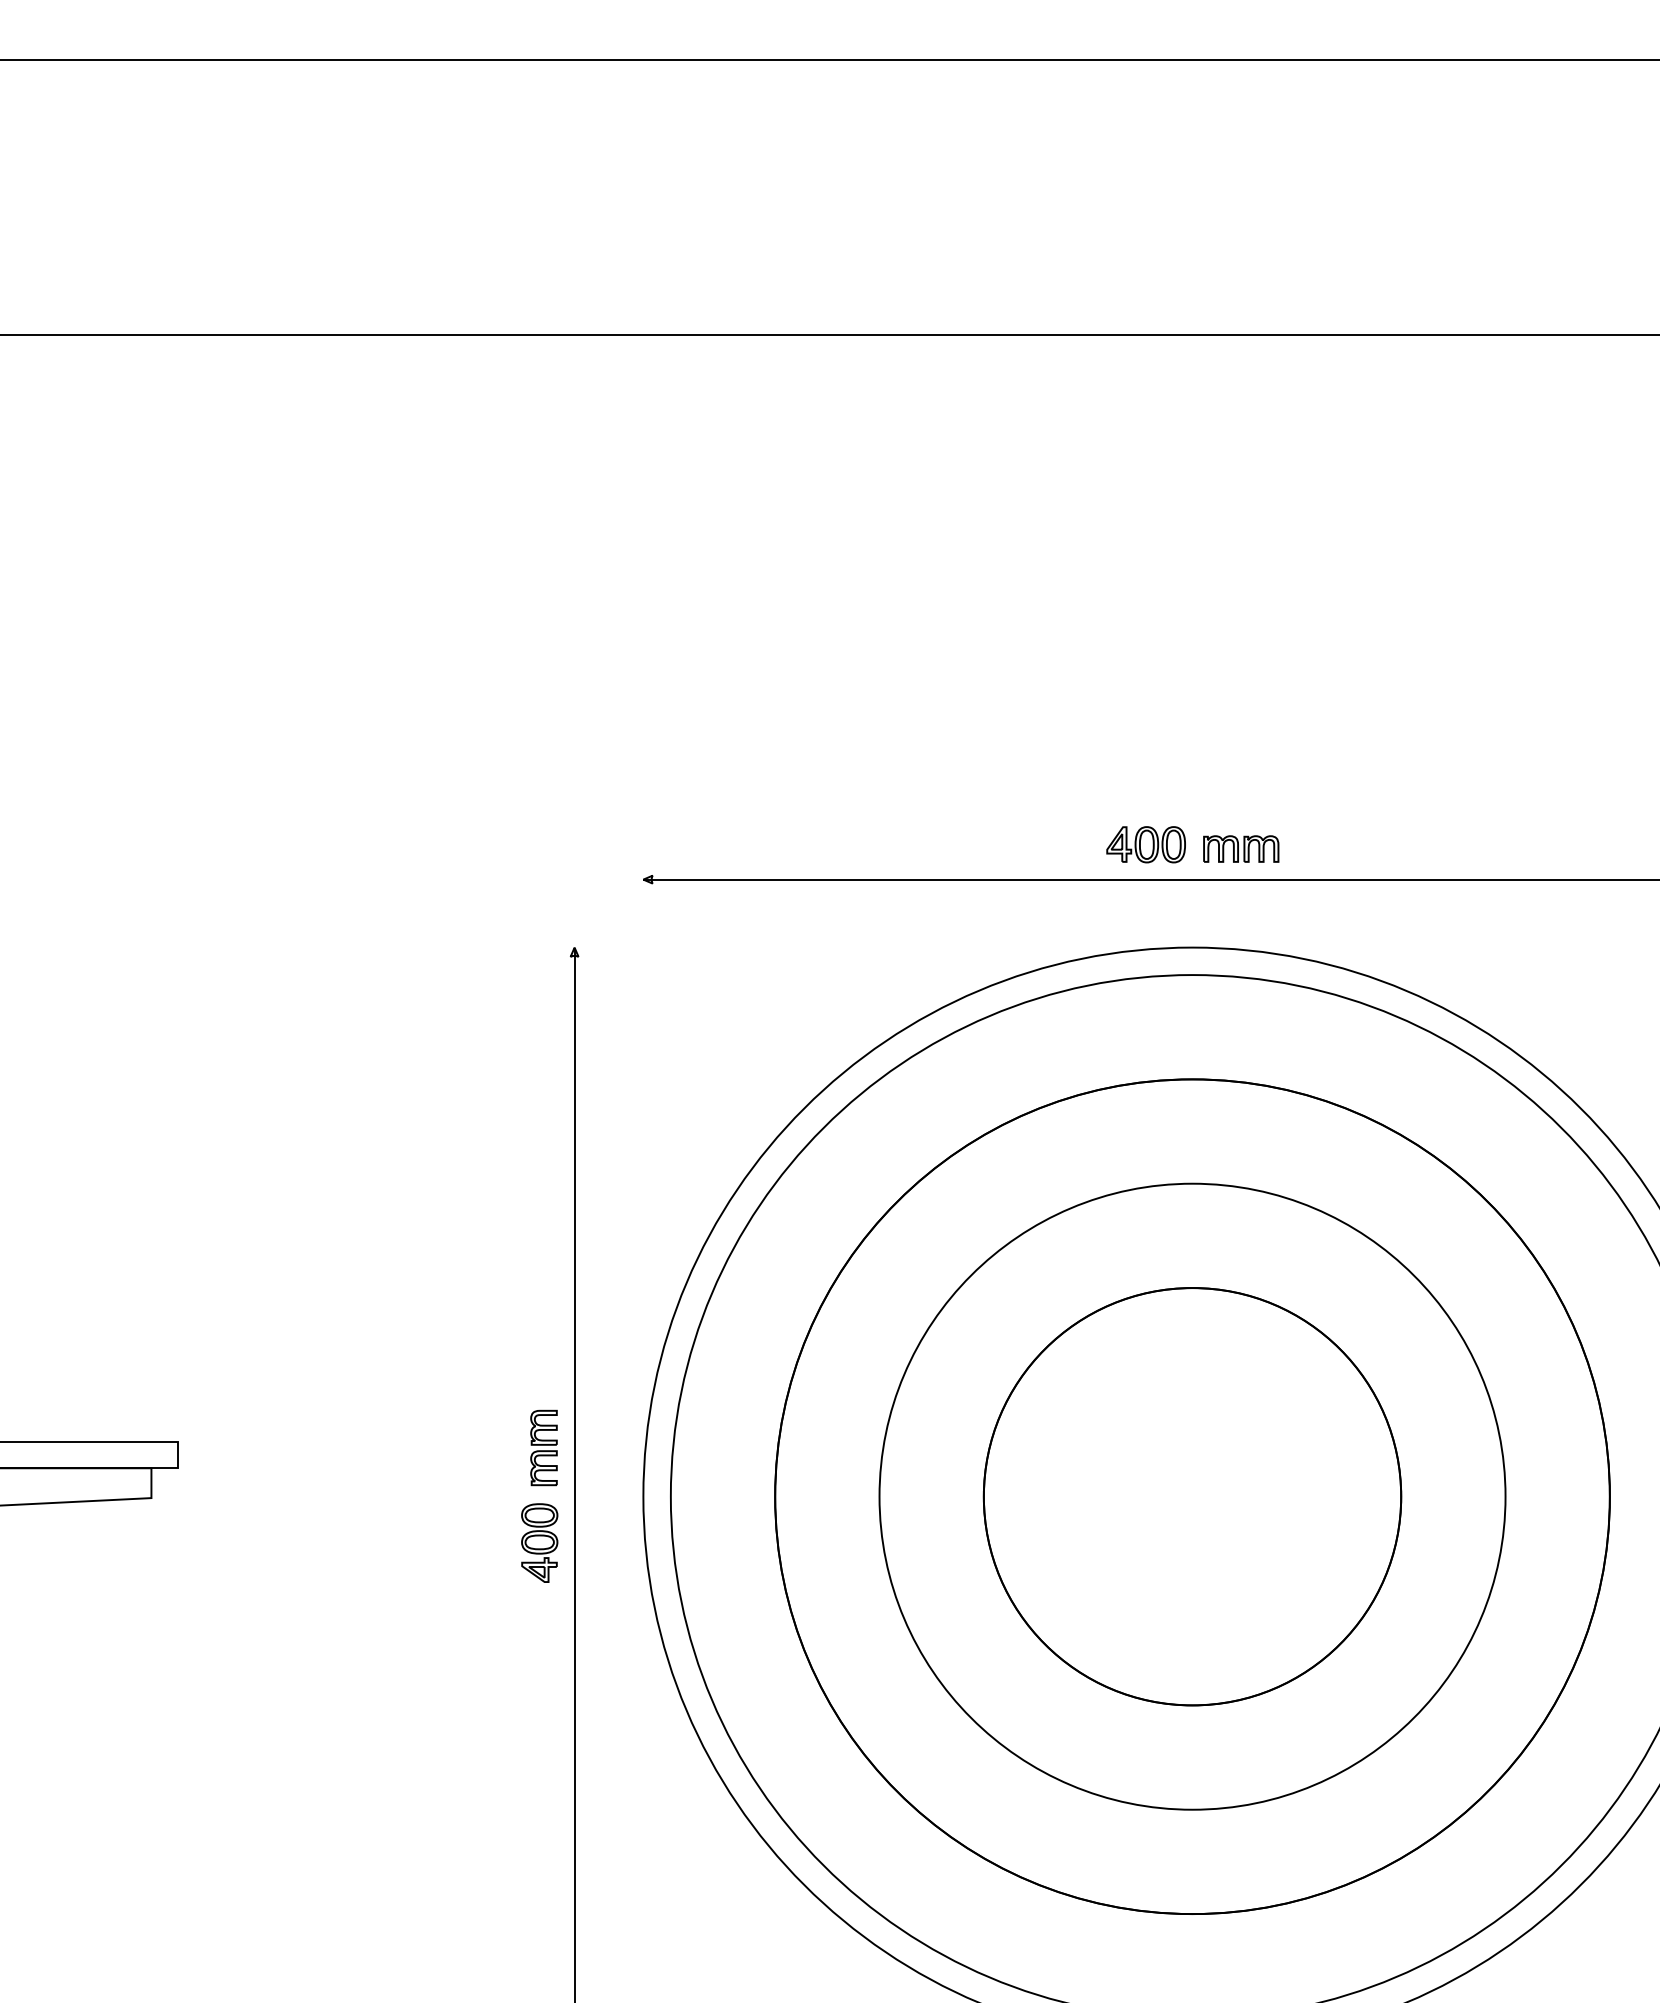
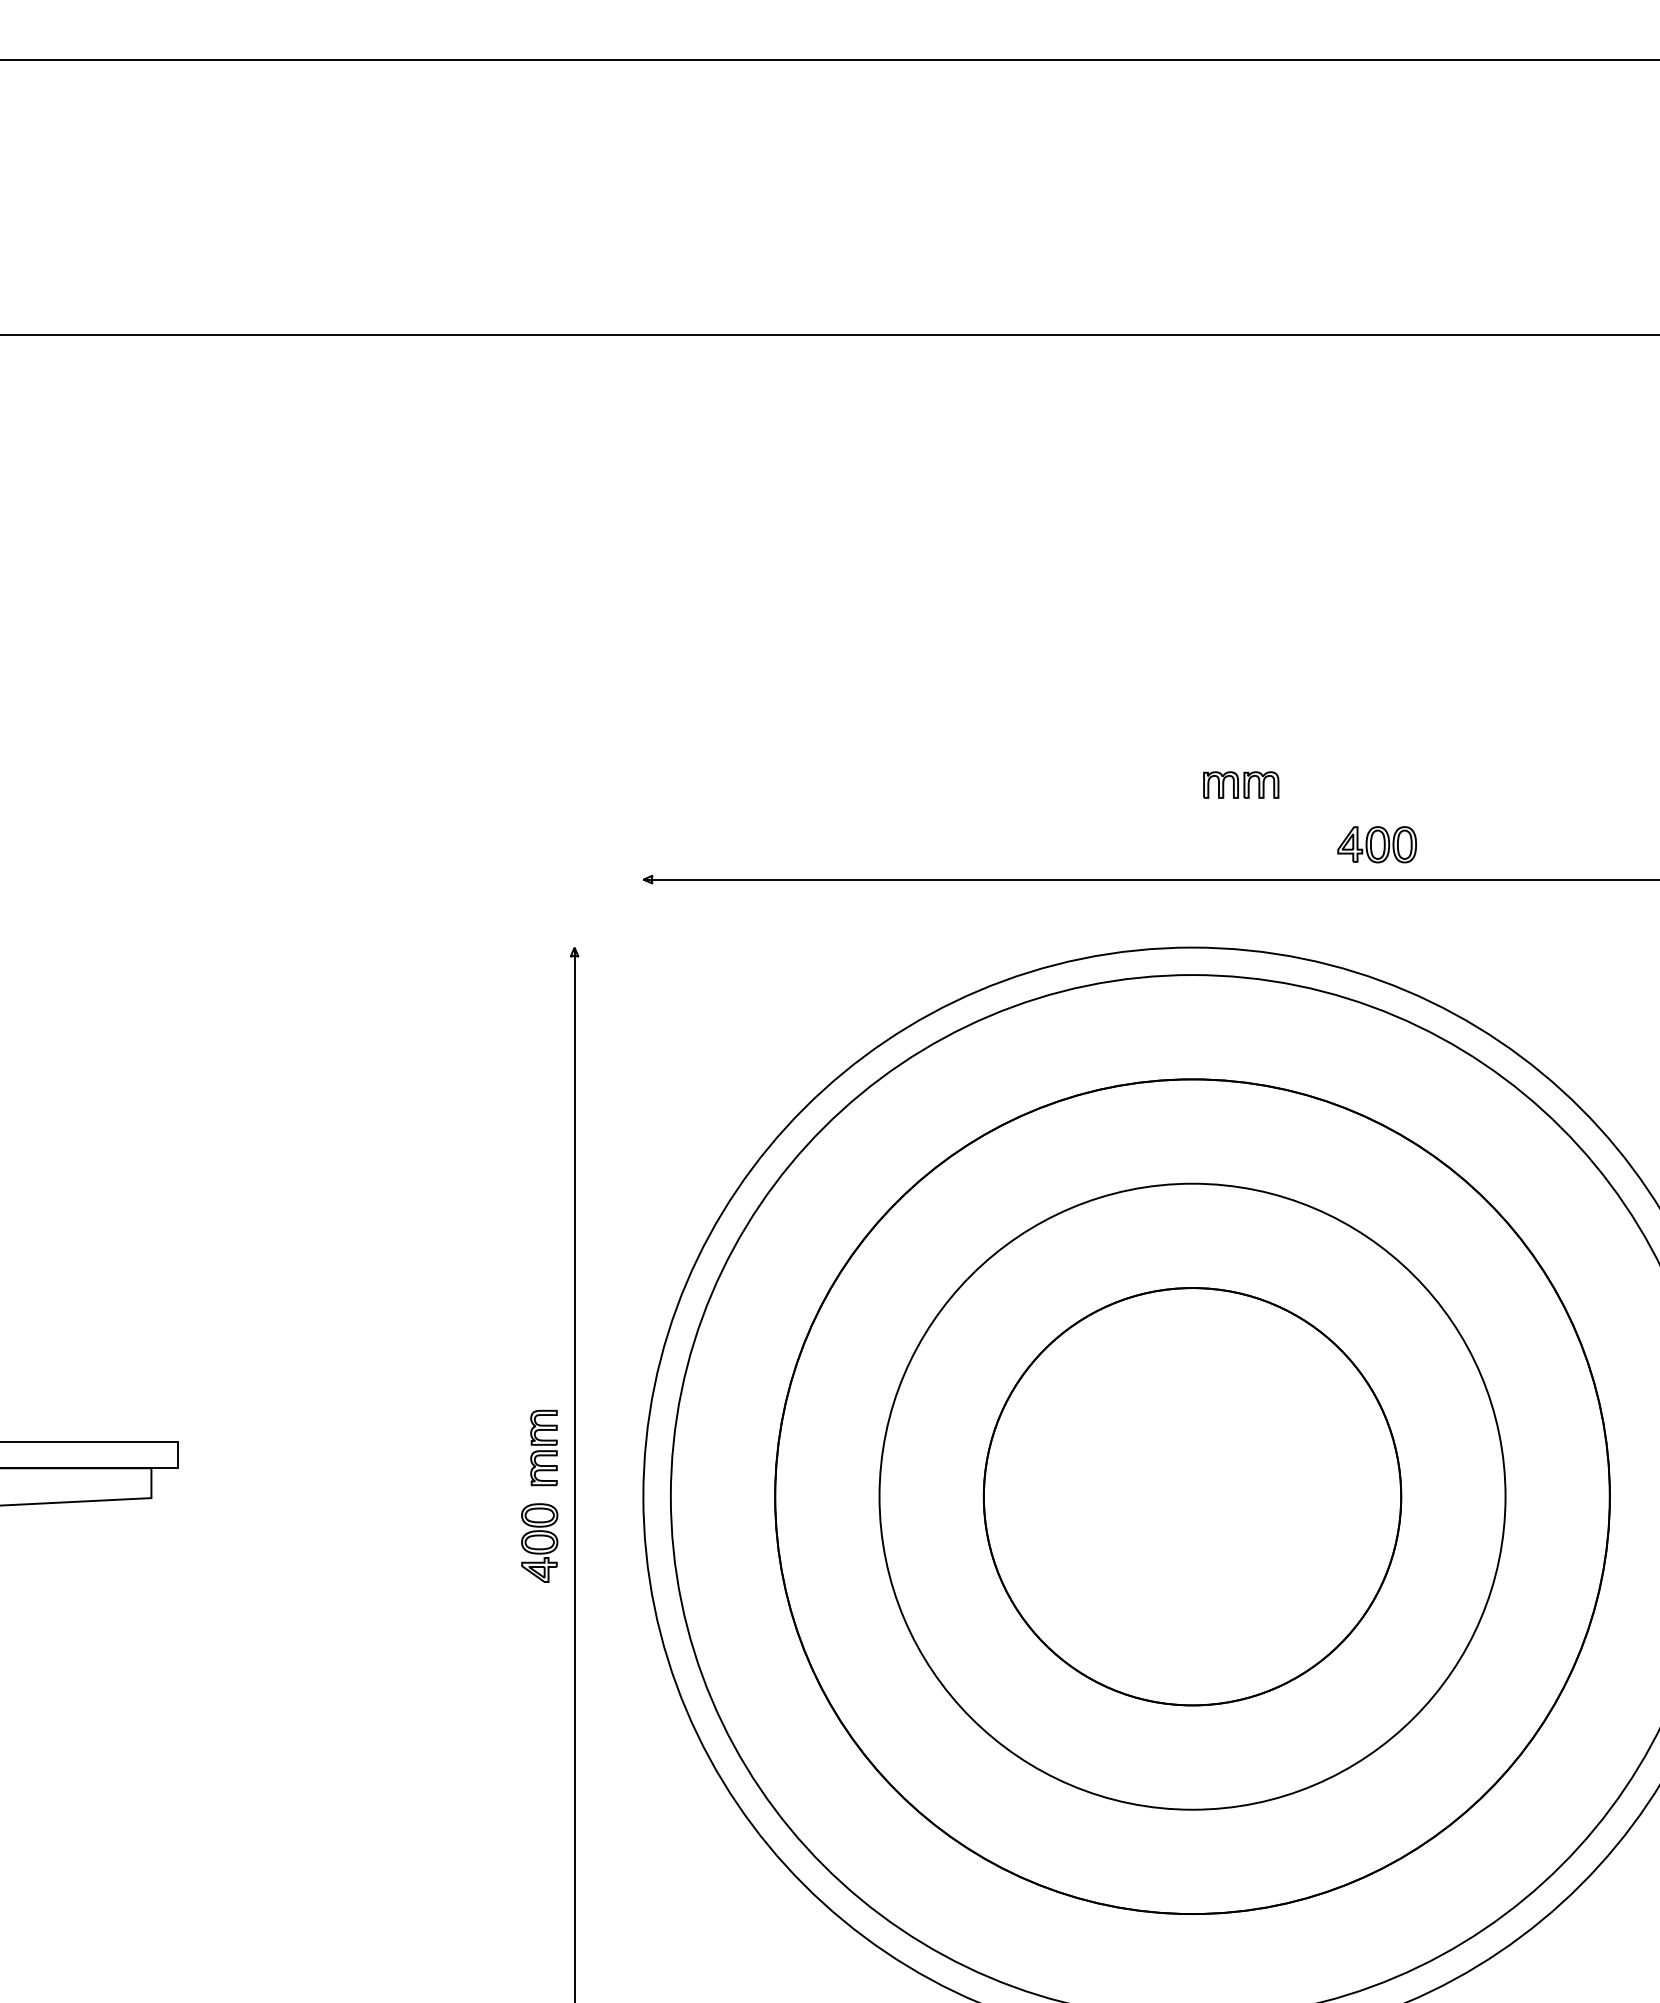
part at (1145, 844) position: (1145, 844) -> (1376, 844)
part at (1241, 848) position: (1241, 848) -> (1241, 784)
